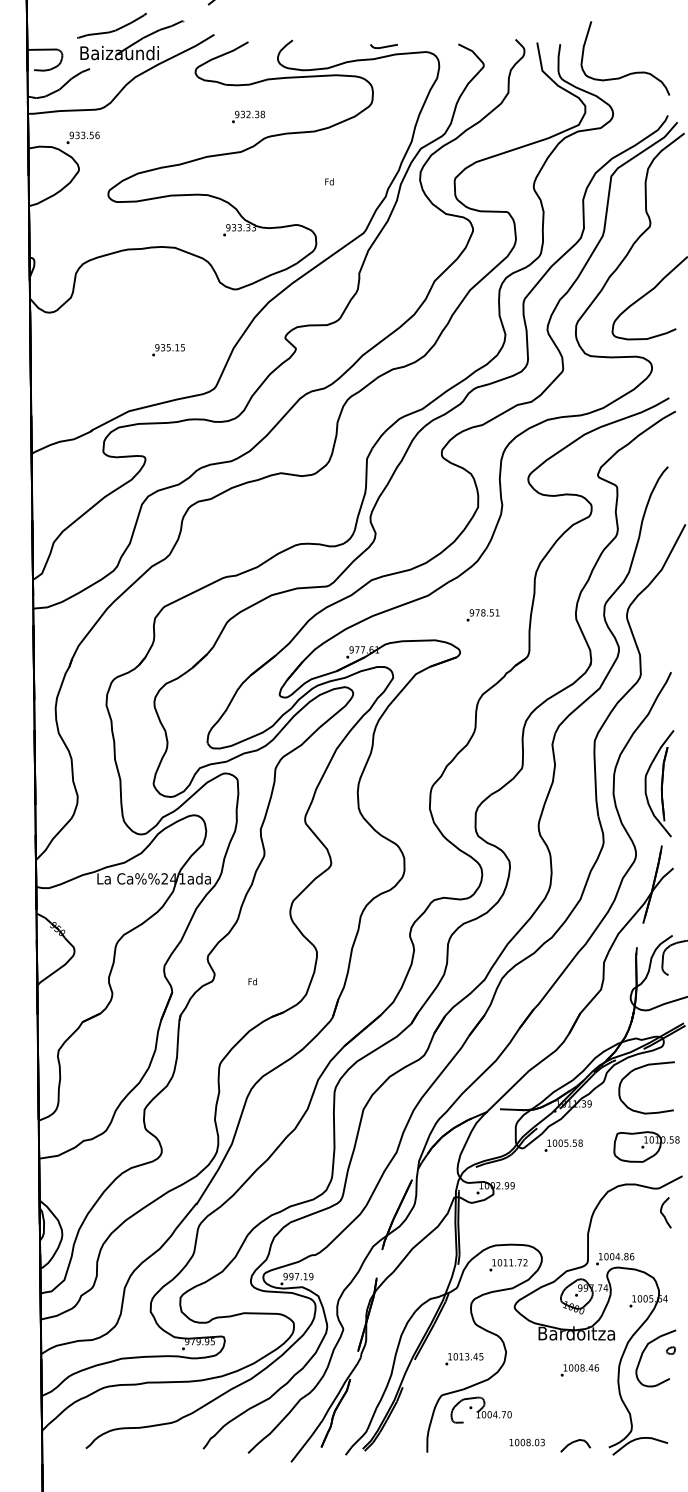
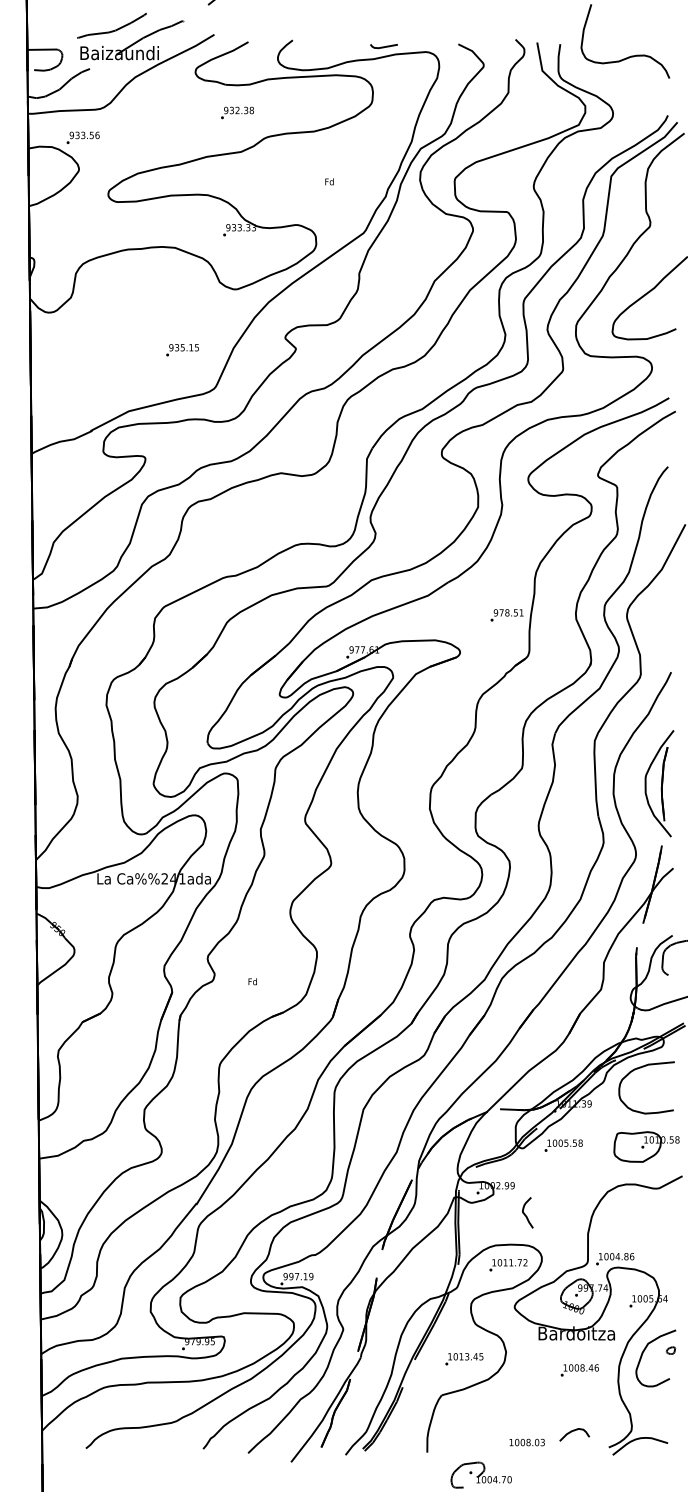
curve at (631, 72) position: (631, 72) -> (631, 55)
text at (248, 116) position: (248, 116) -> (237, 112)
text at (168, 350) position: (168, 350) -> (182, 350)
text at (482, 615) position: (482, 615) -> (506, 615)
curve at (663, 1213) position: (663, 1213) -> (525, 1213)
part at (480, 1409) position: (480, 1409) -> (480, 1474)
curve at (575, 1442) position: (575, 1442) -> (574, 1431)
